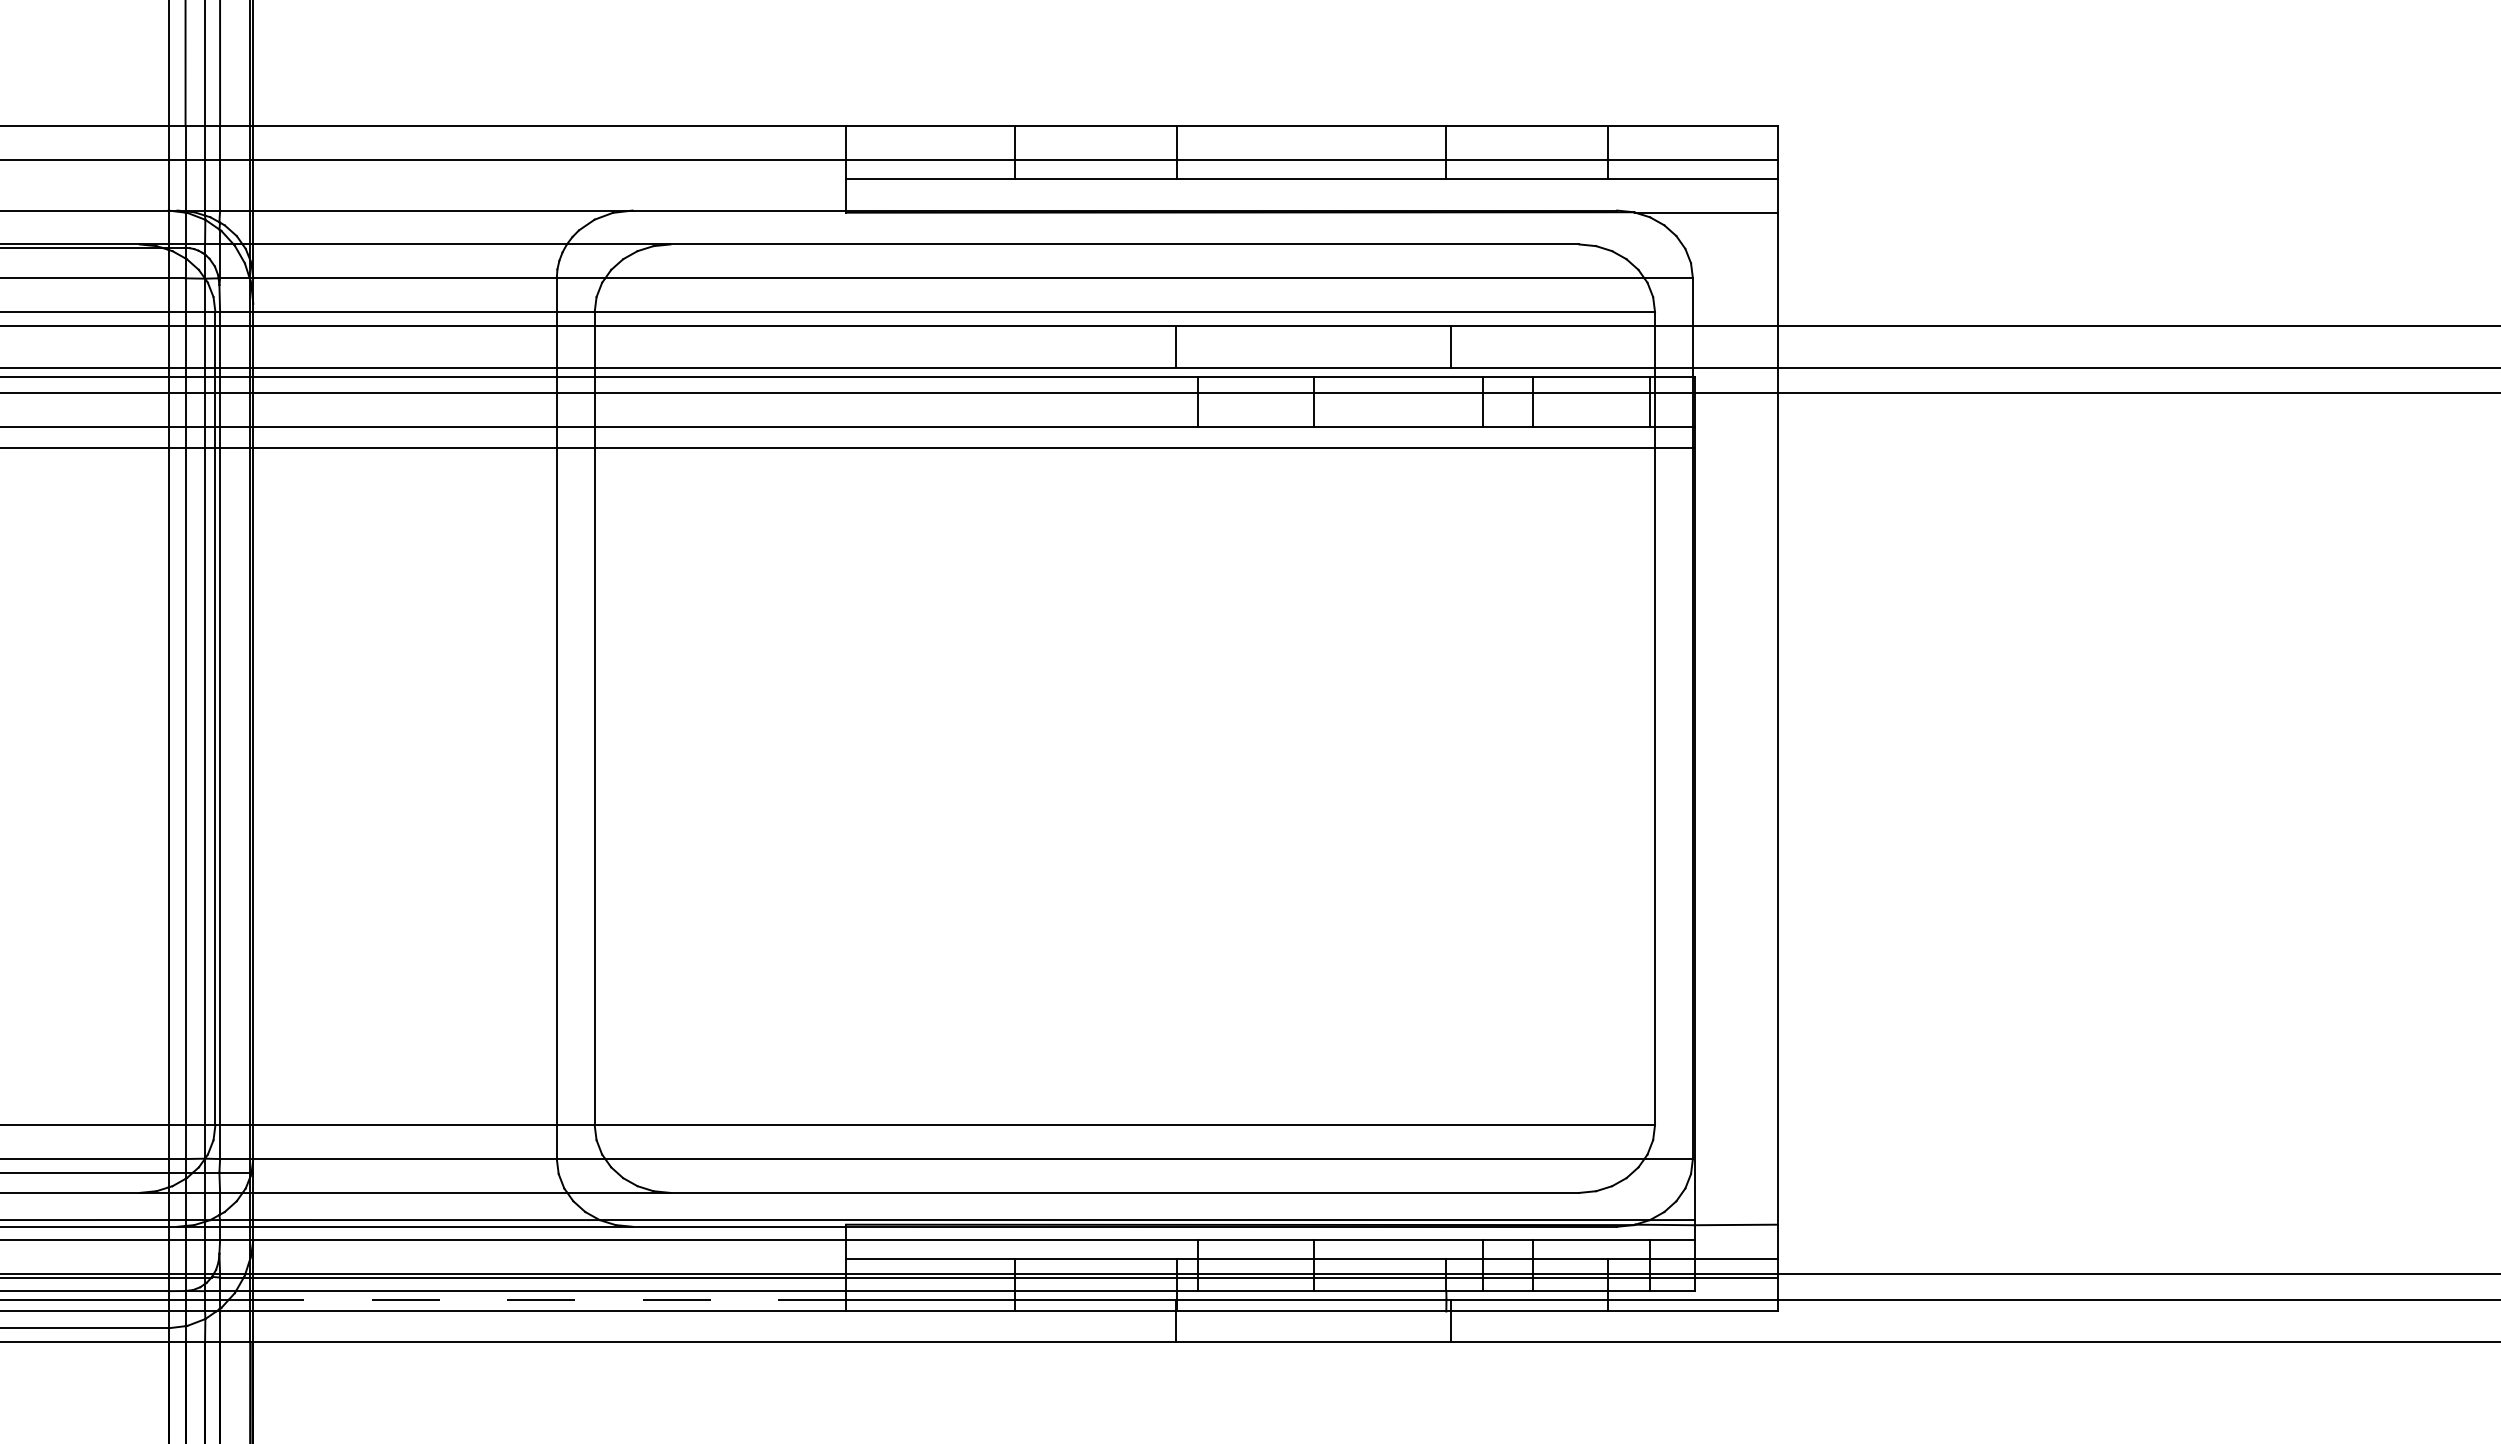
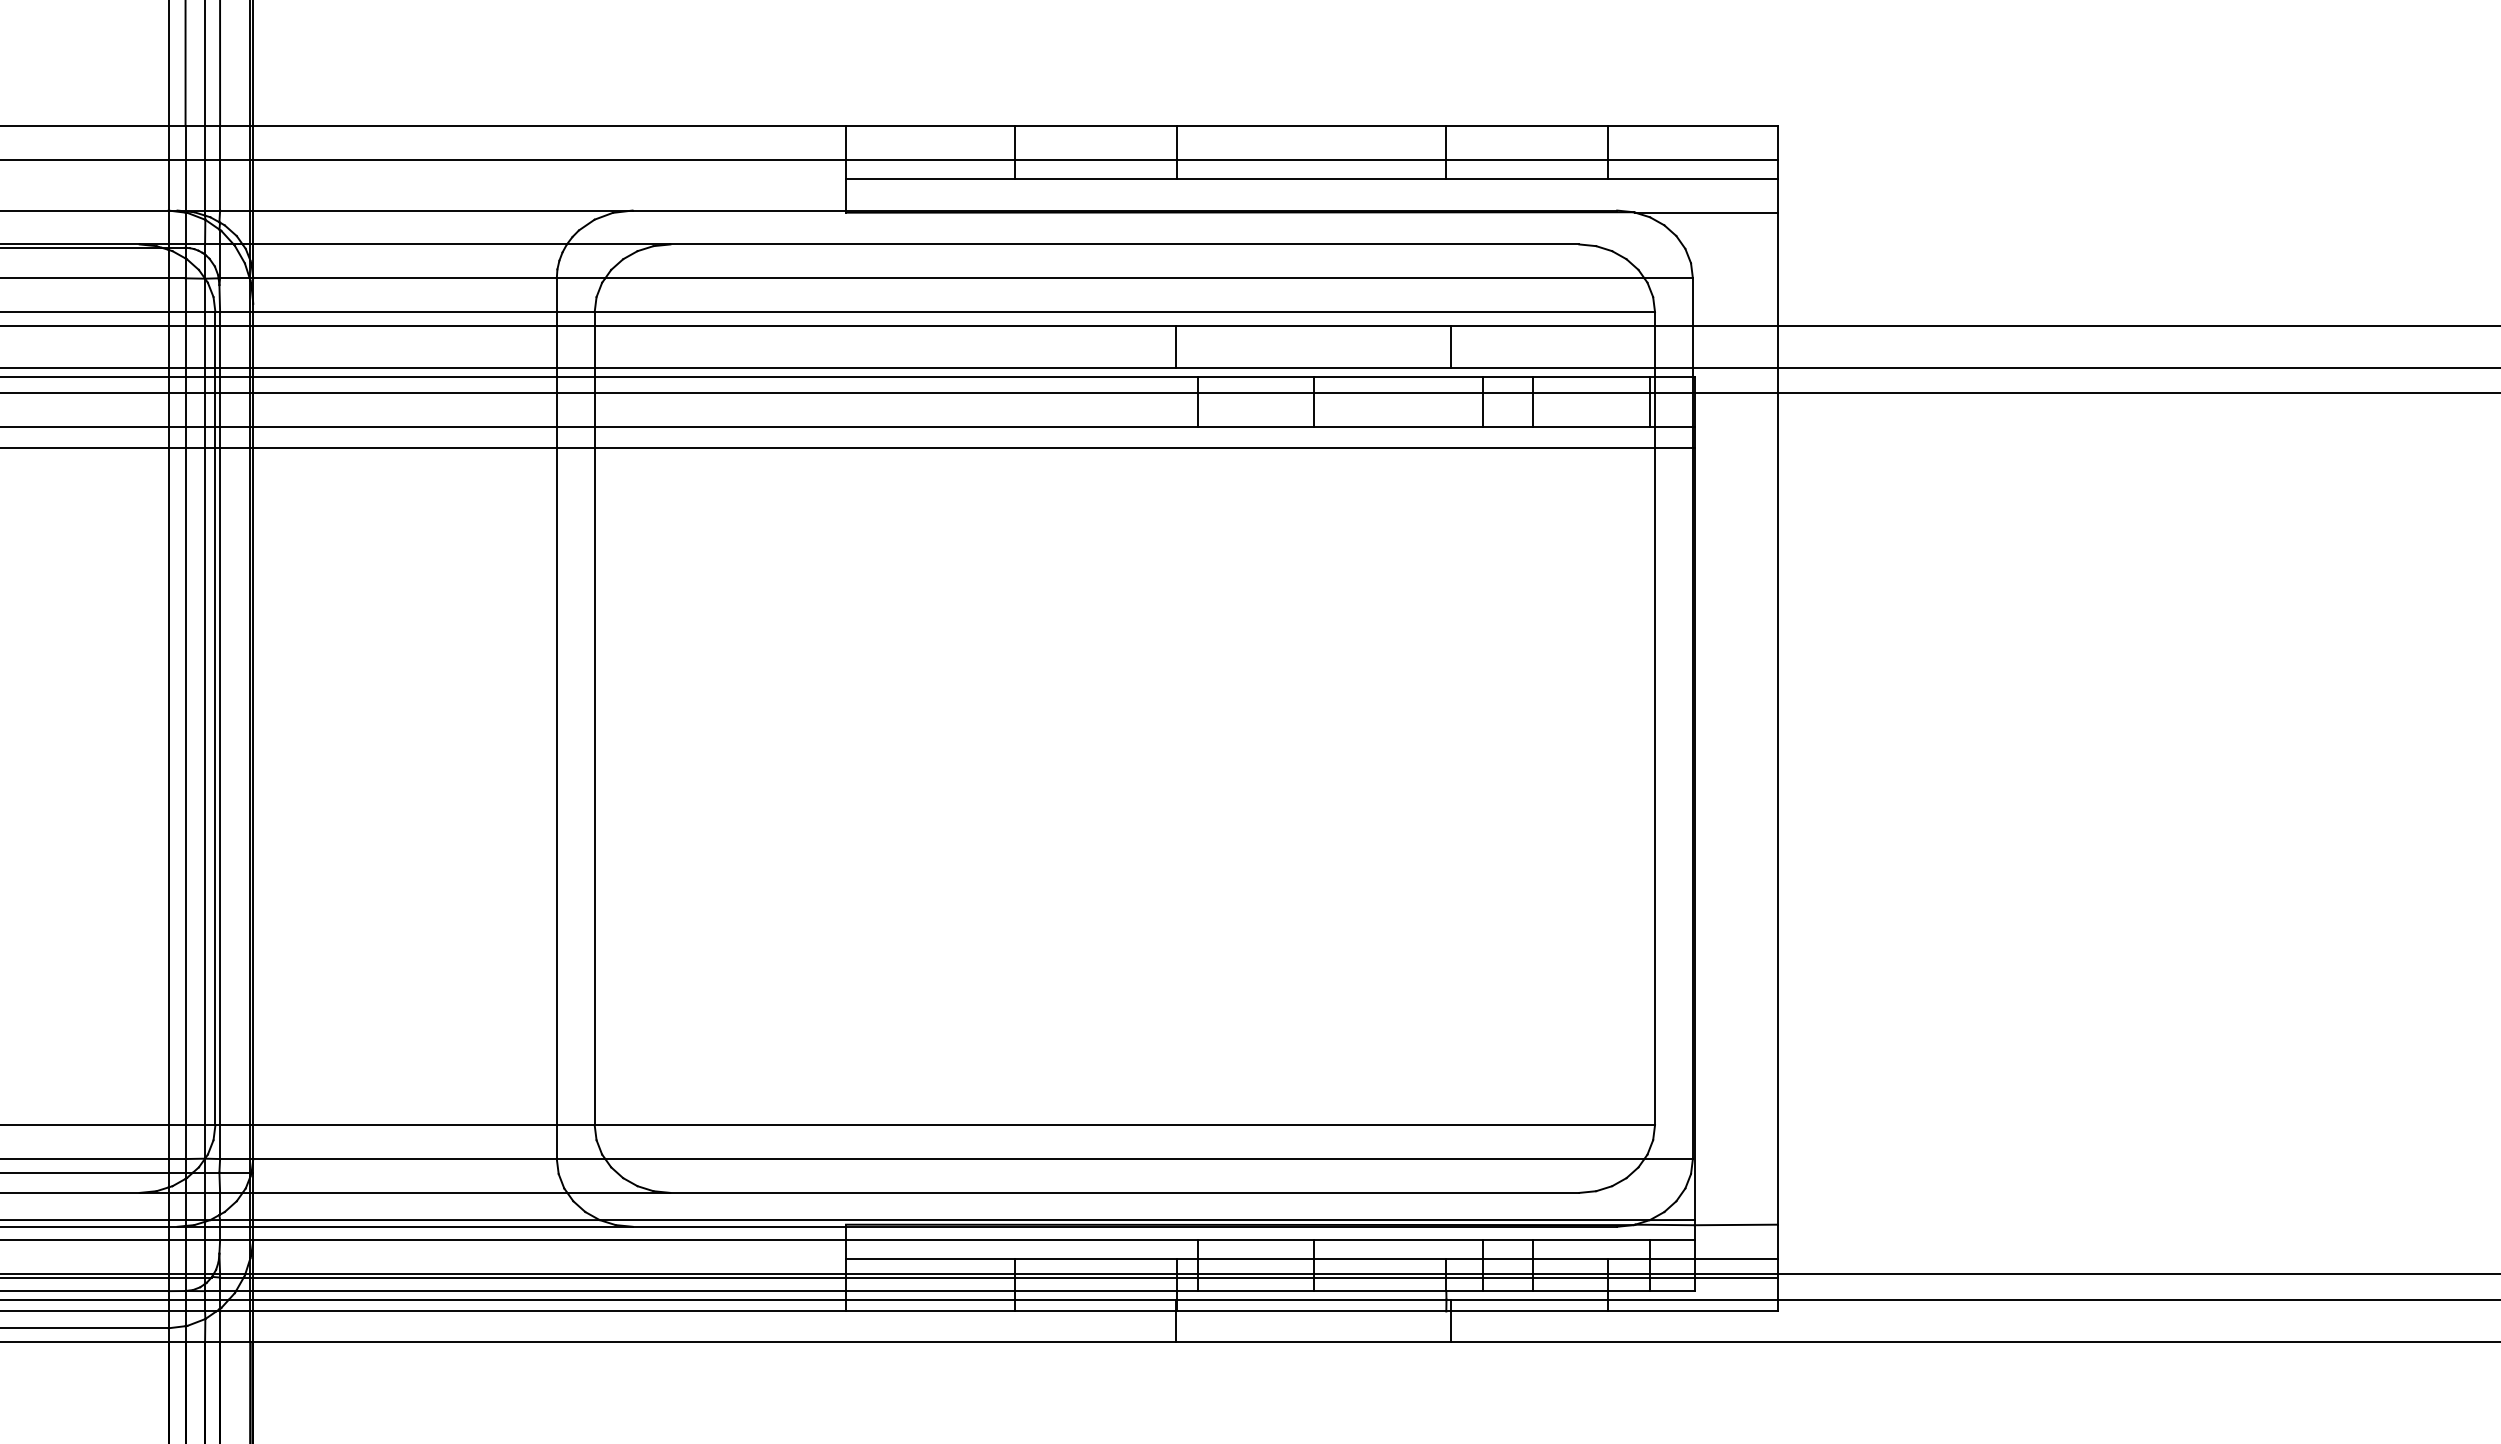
line at (549, 1299): dashed -> solid
